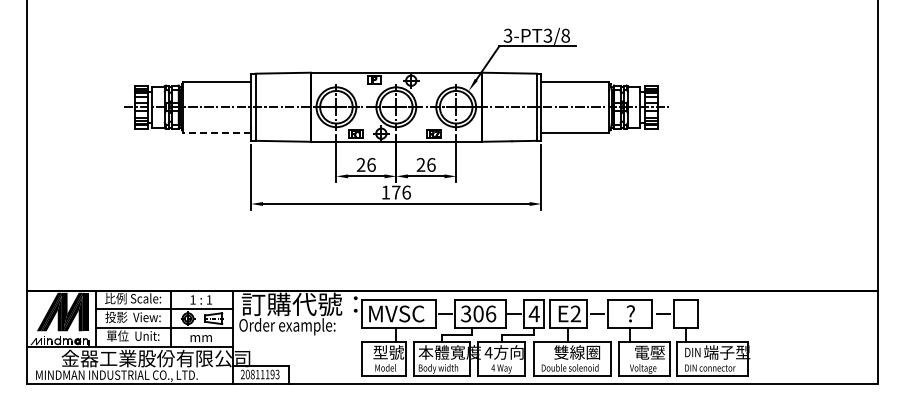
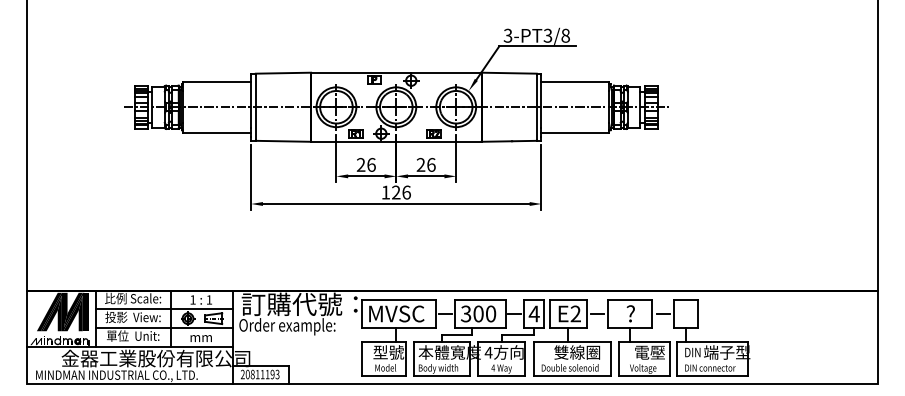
line at (217, 132): dashed -> solid
text at (396, 192): 176 -> 126
text at (491, 313): 306 -> 300
